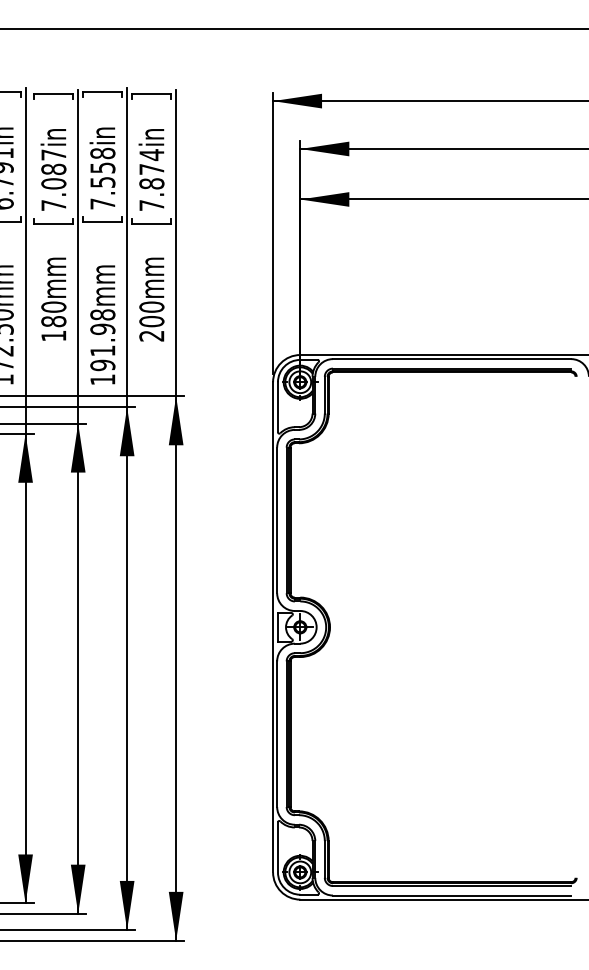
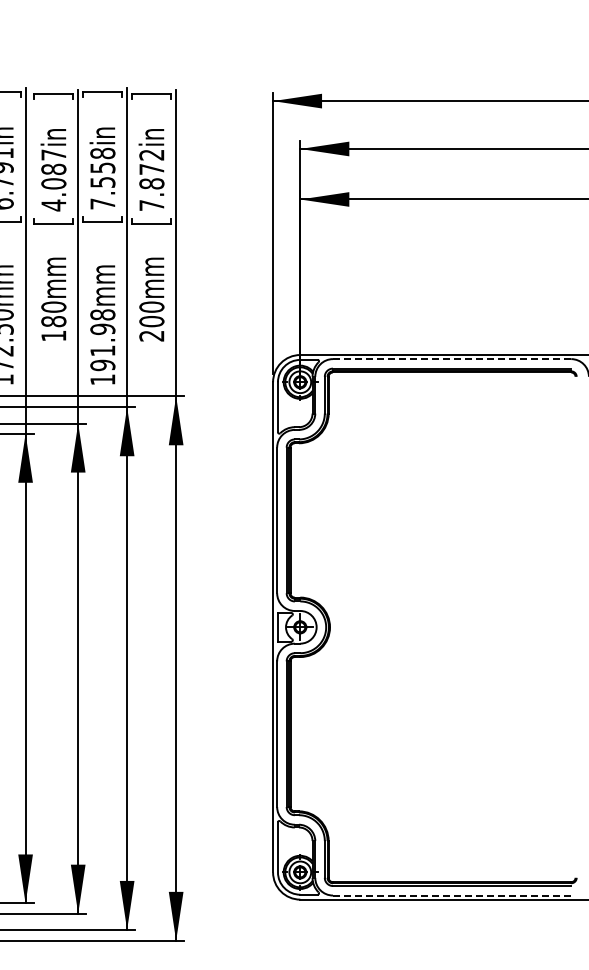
line at (293, 29): present -> none
text at (151, 155): 7.874in -> 7.872in
text at (53, 205): 7.087in -> 4.087in
line at (452, 359): solid -> dashed
line at (451, 895): solid -> dashed
